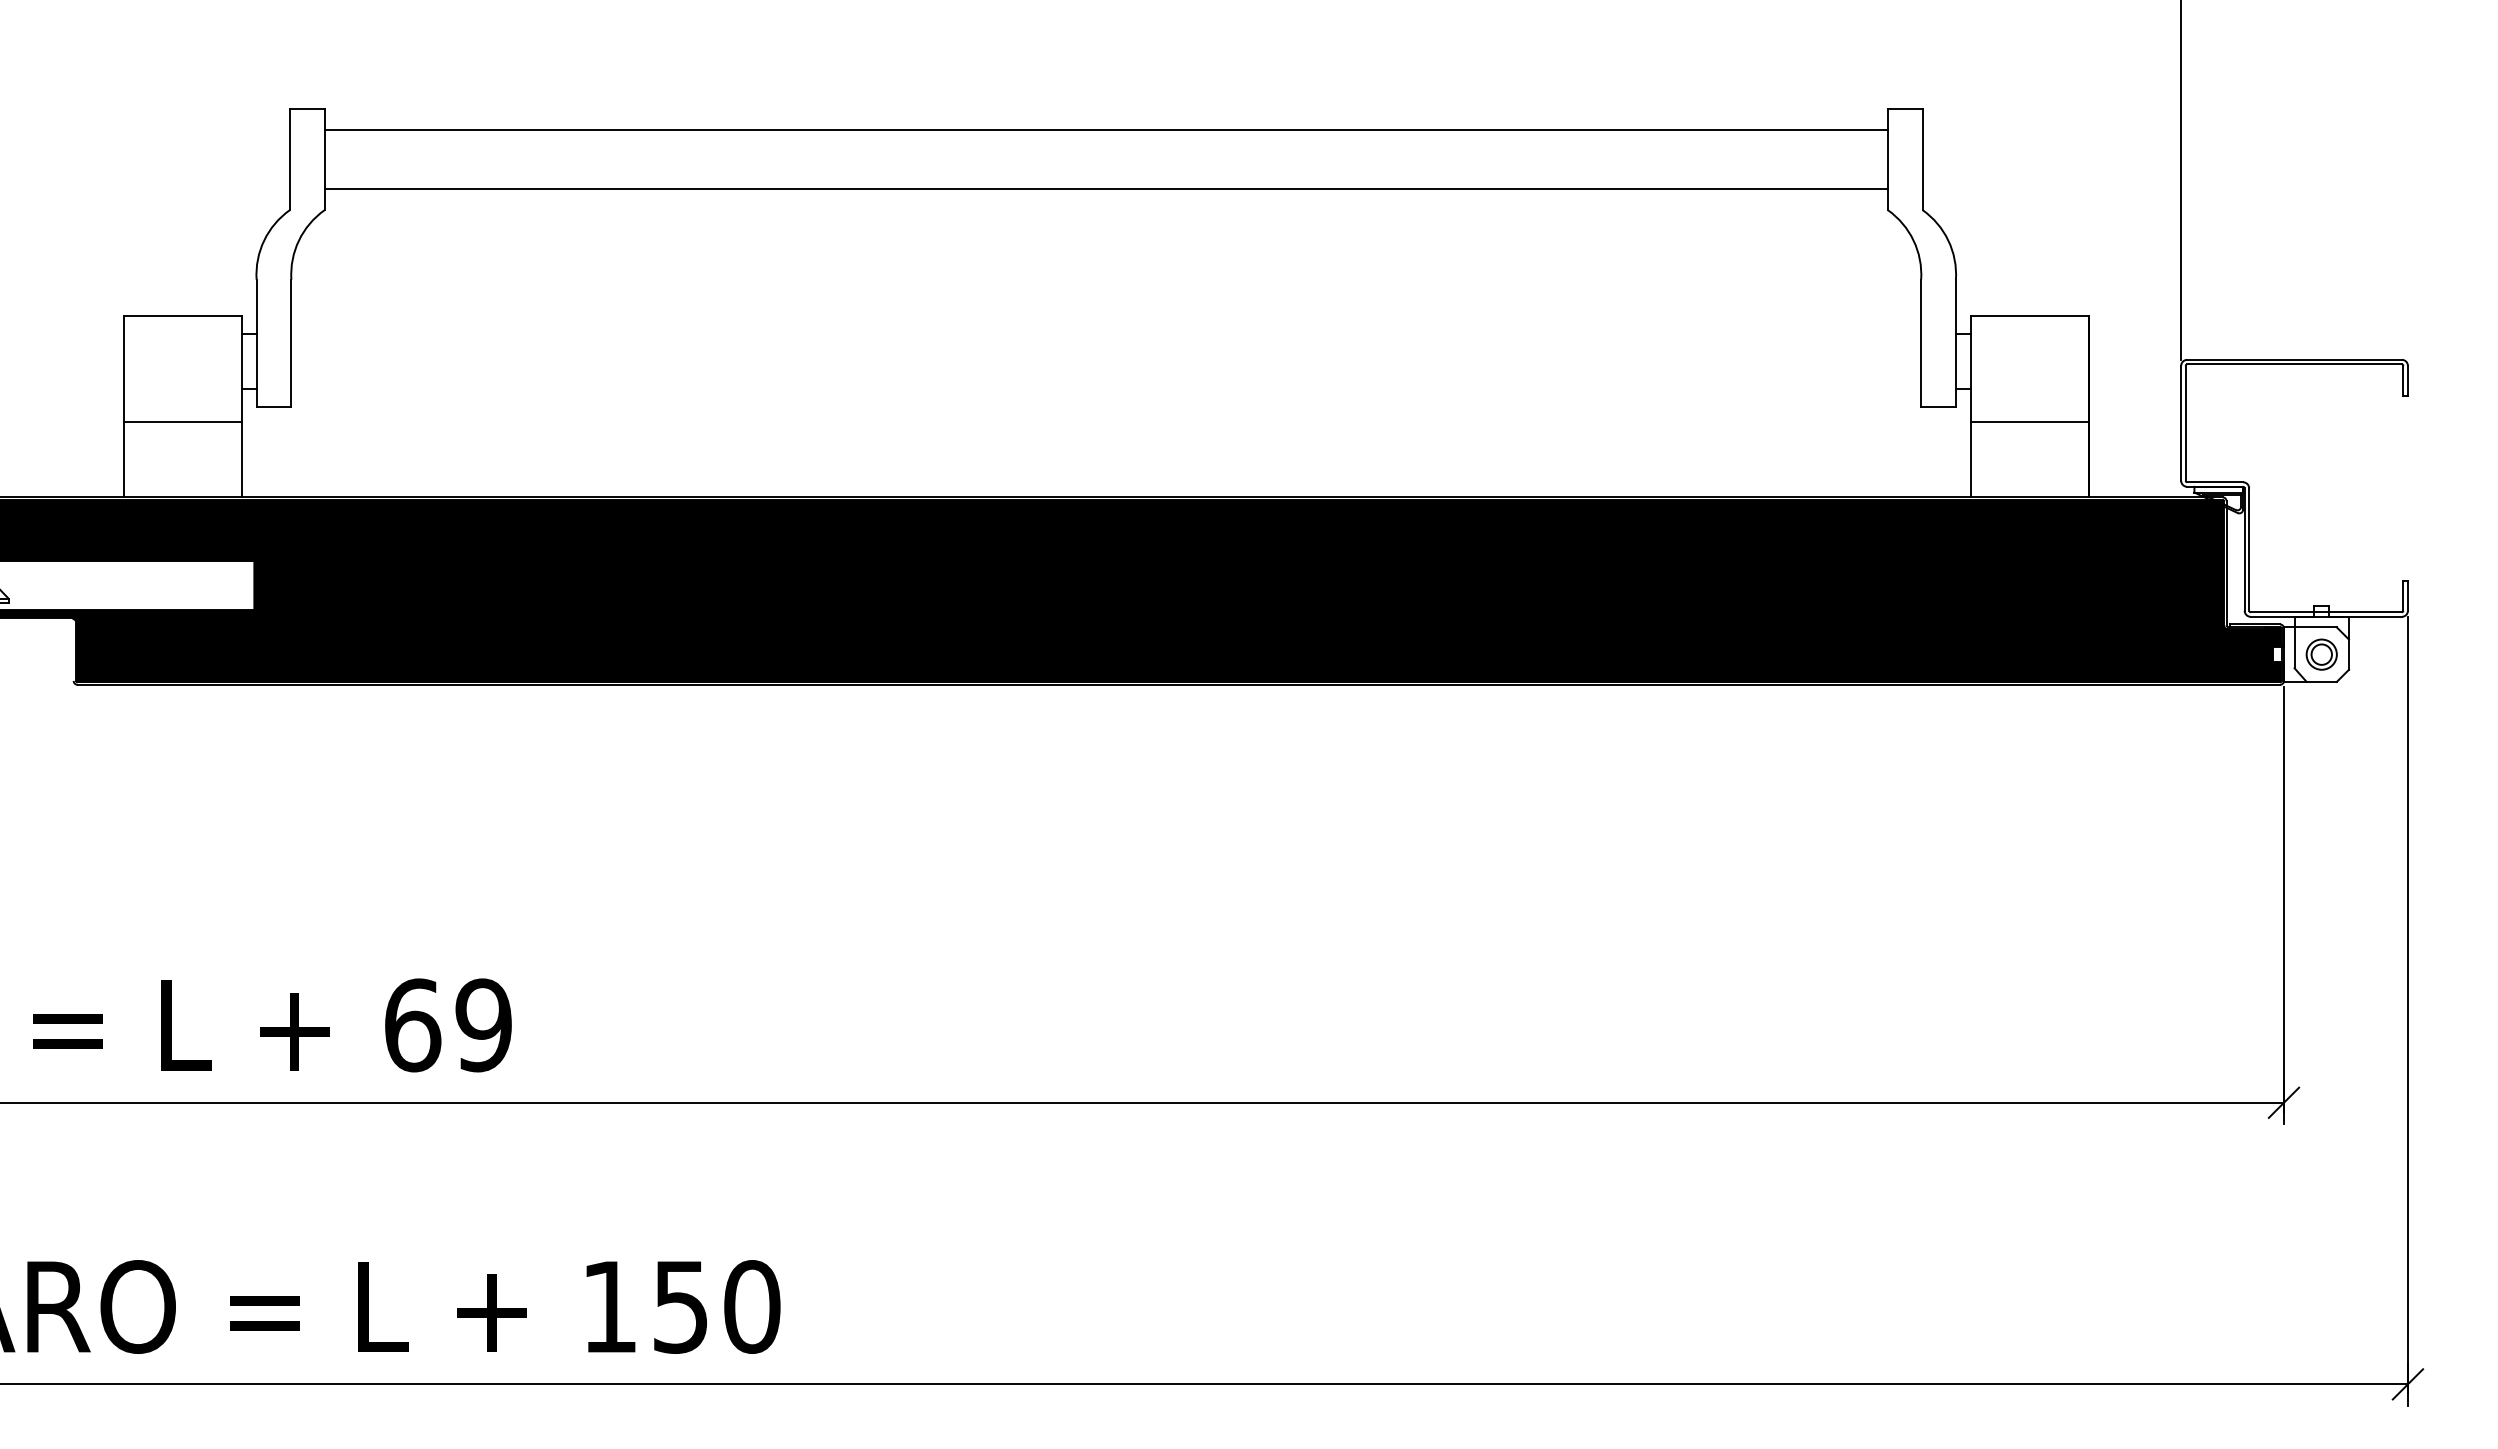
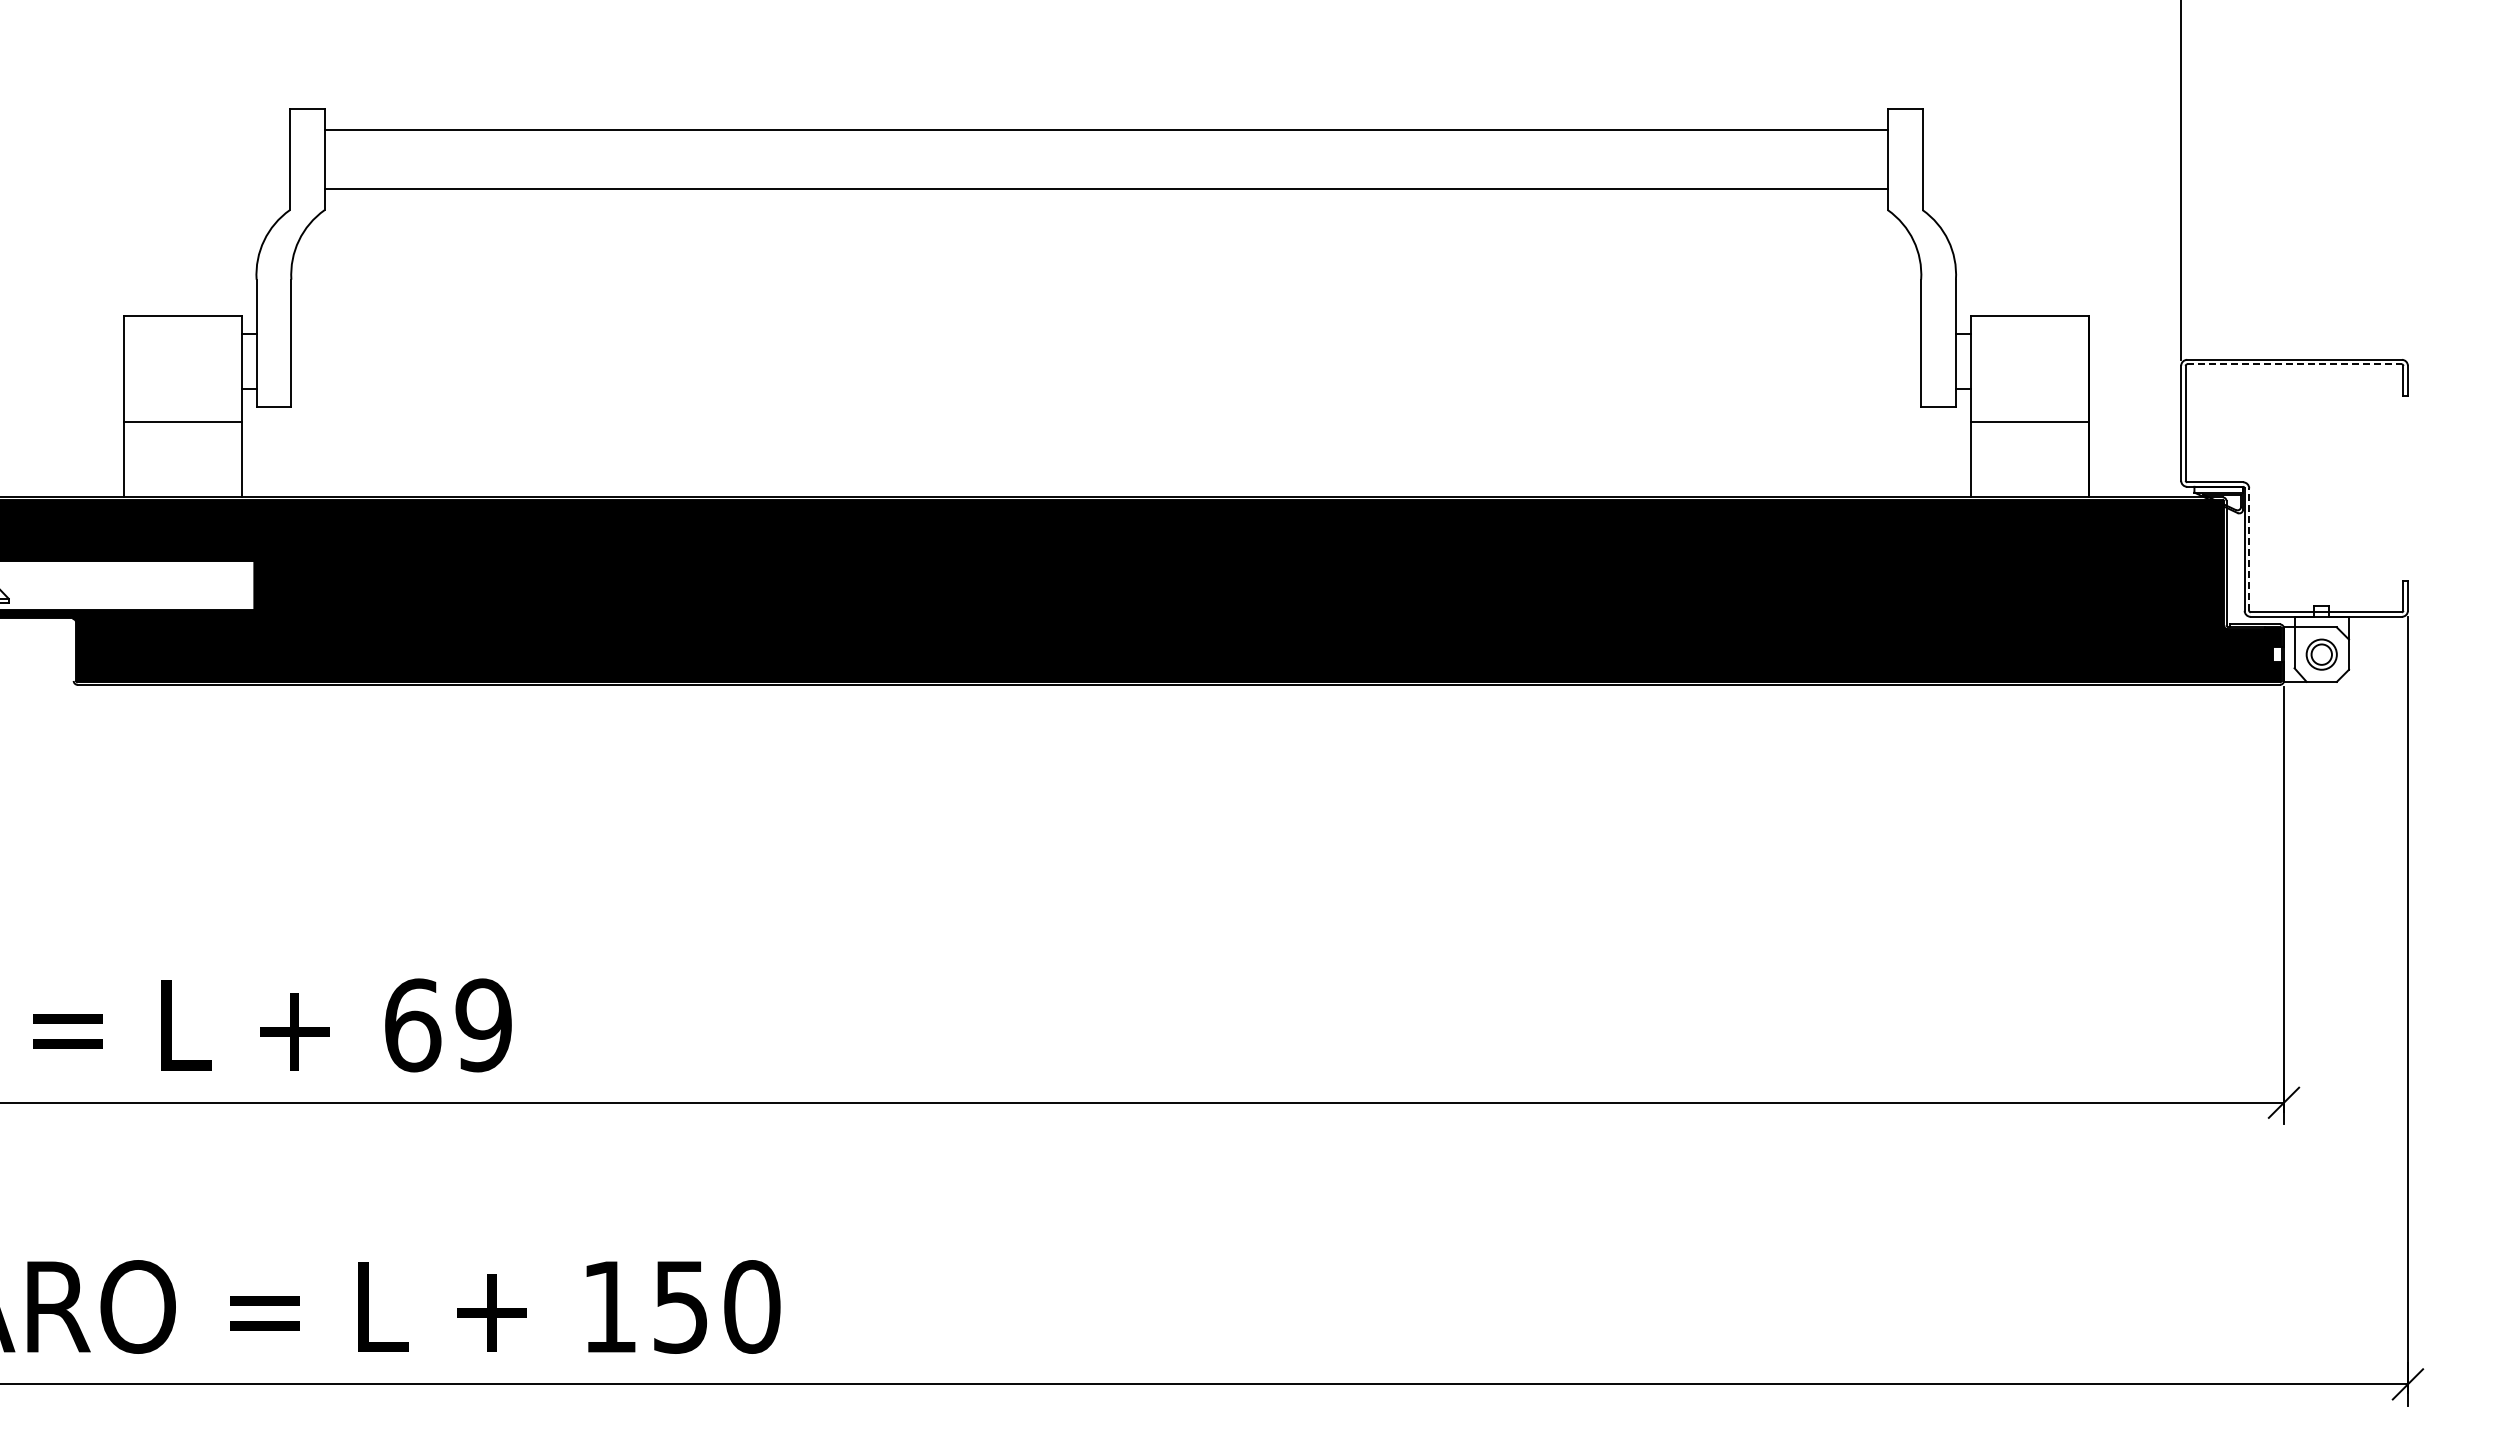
line at (2295, 364): solid -> dashed
line at (2249, 549): solid -> dashed
